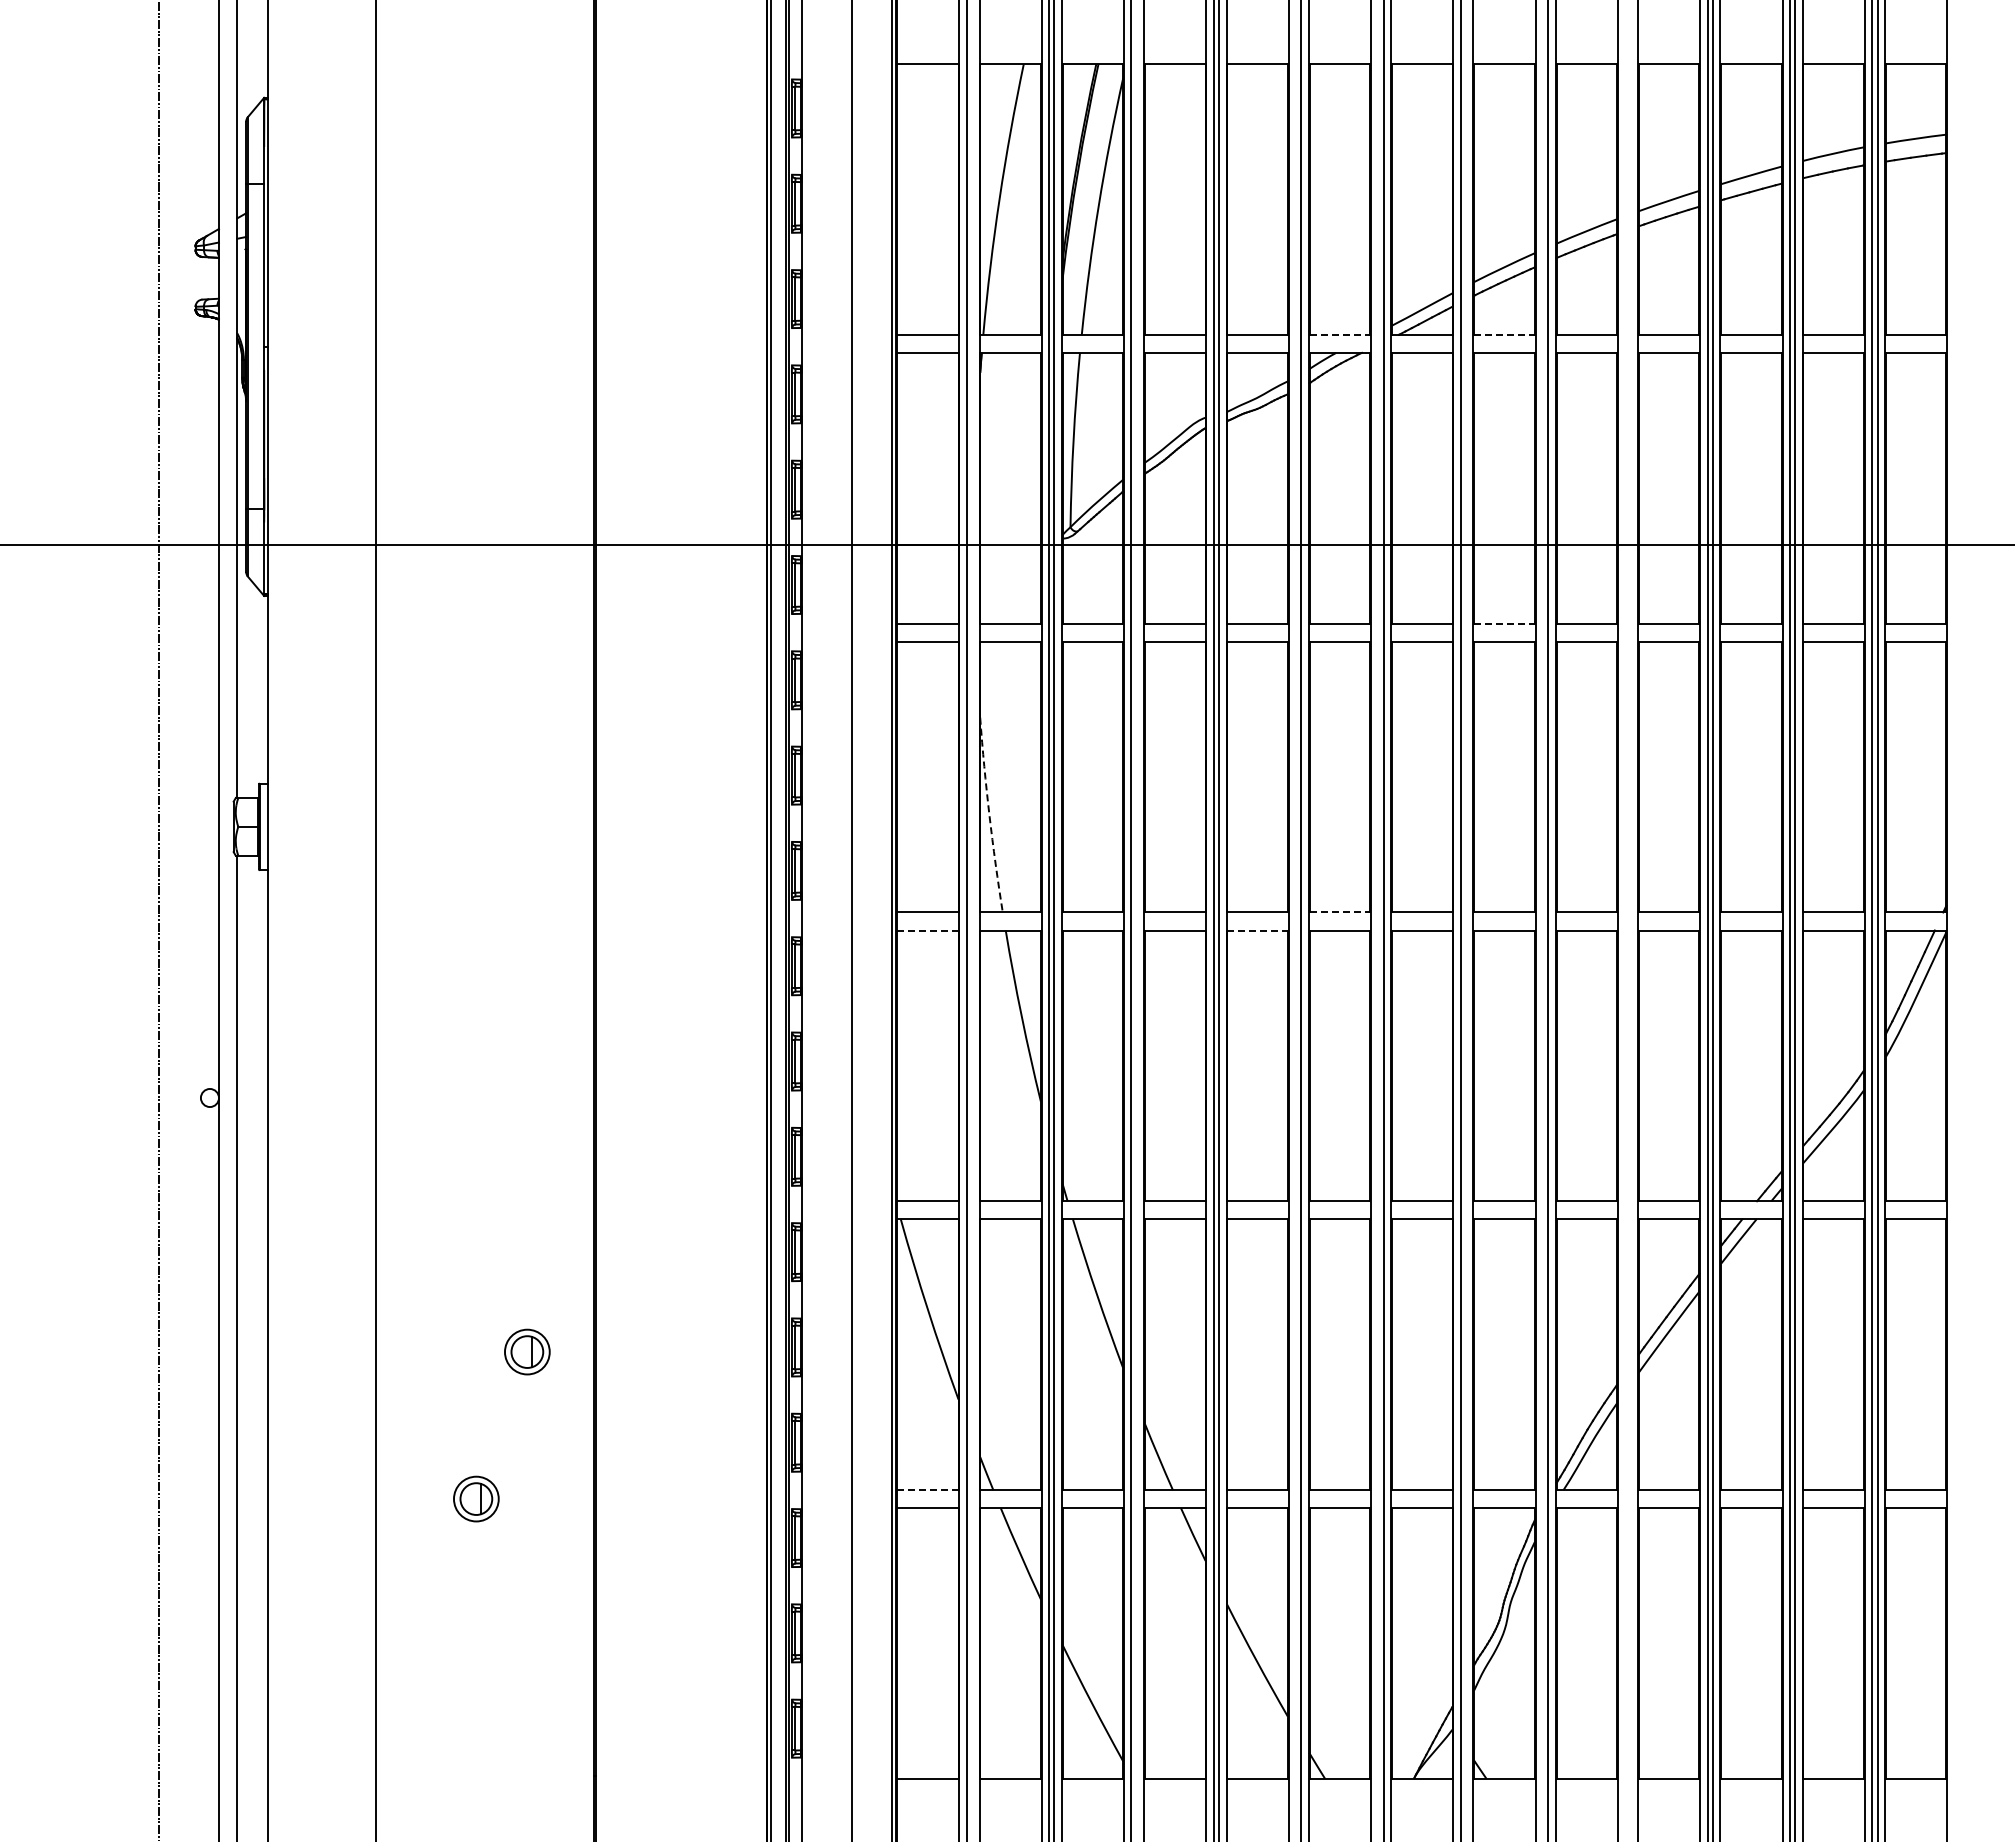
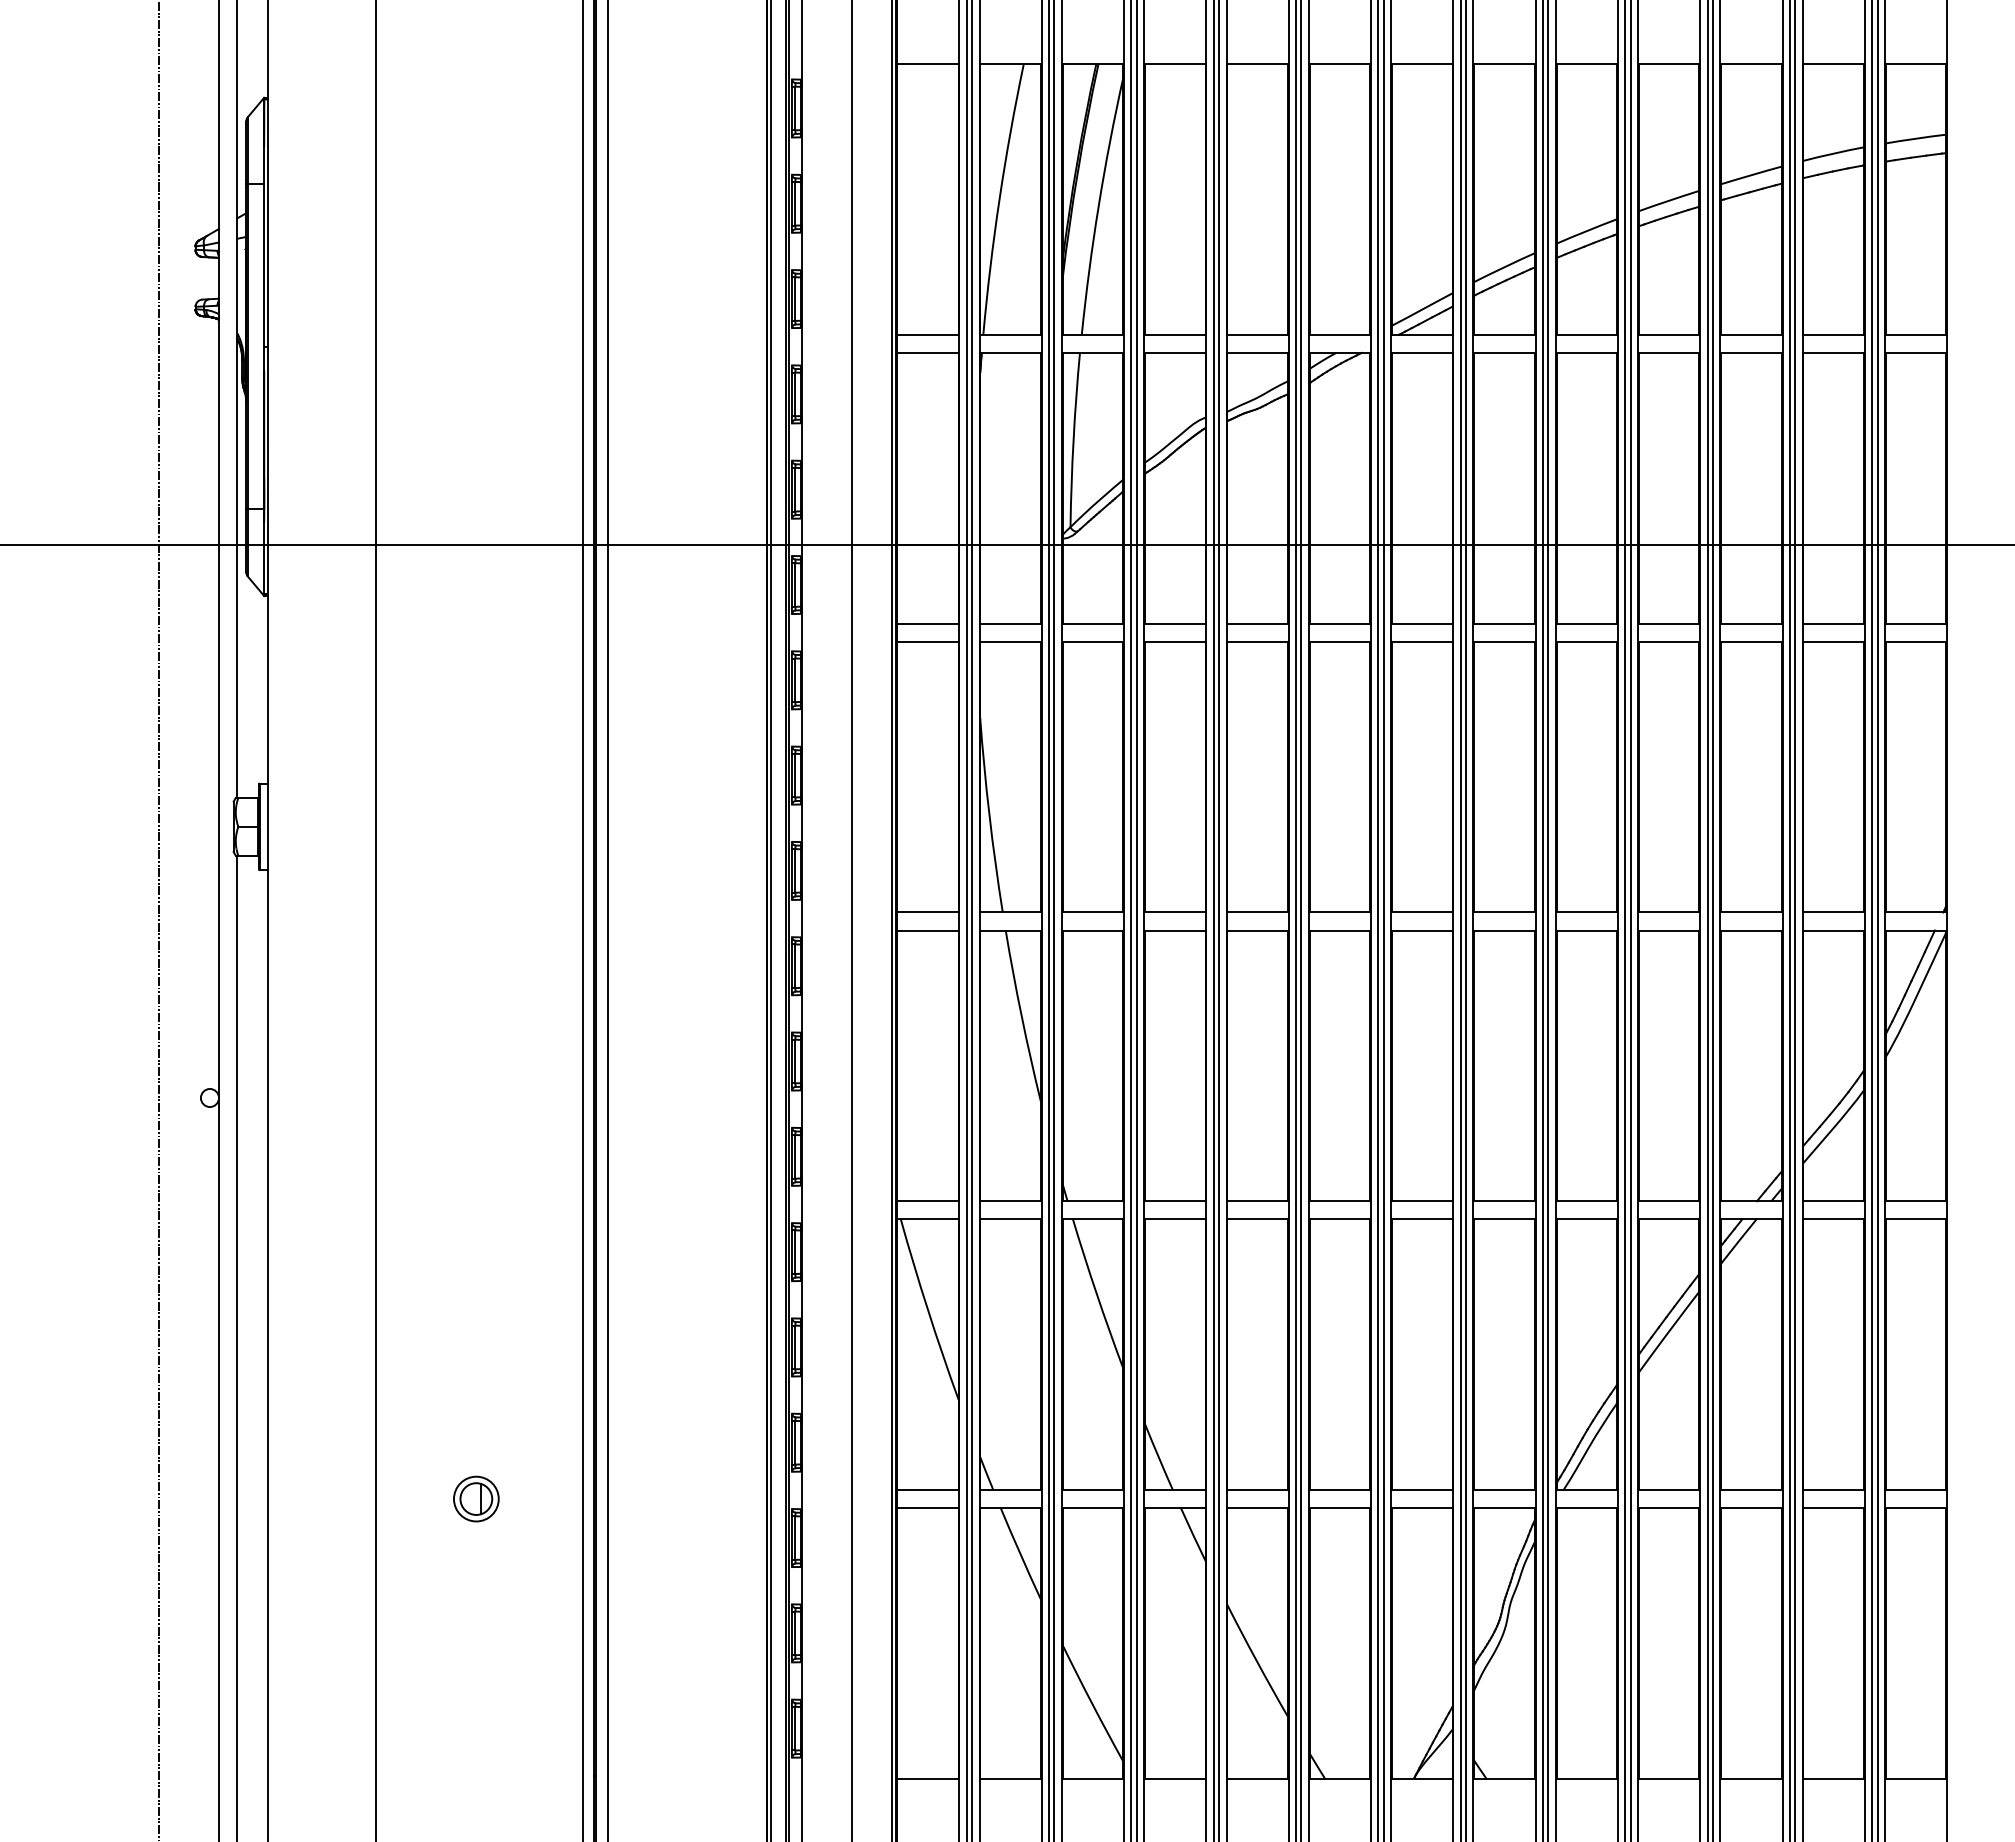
line at (1340, 334): dashed -> solid
line at (1505, 334): dashed -> solid
line at (1505, 623): dashed -> solid
arc at (989, 815): dashed -> solid
line at (1340, 912): dashed -> solid
line at (582, 920): none -> present
line at (607, 920): none -> present
line at (972, 920): none -> present
line at (1136, 920): none -> present
line at (1296, 920): none -> present
line at (1378, 920): none -> present
line at (1465, 920): none -> present
line at (1543, 920): none -> present
line at (1625, 920): none -> present
line at (1630, 920): none -> present
line at (928, 930): dashed -> solid
line at (1258, 930): dashed -> solid
part at (527, 1351): present -> none
line at (928, 1490): dashed -> solid
